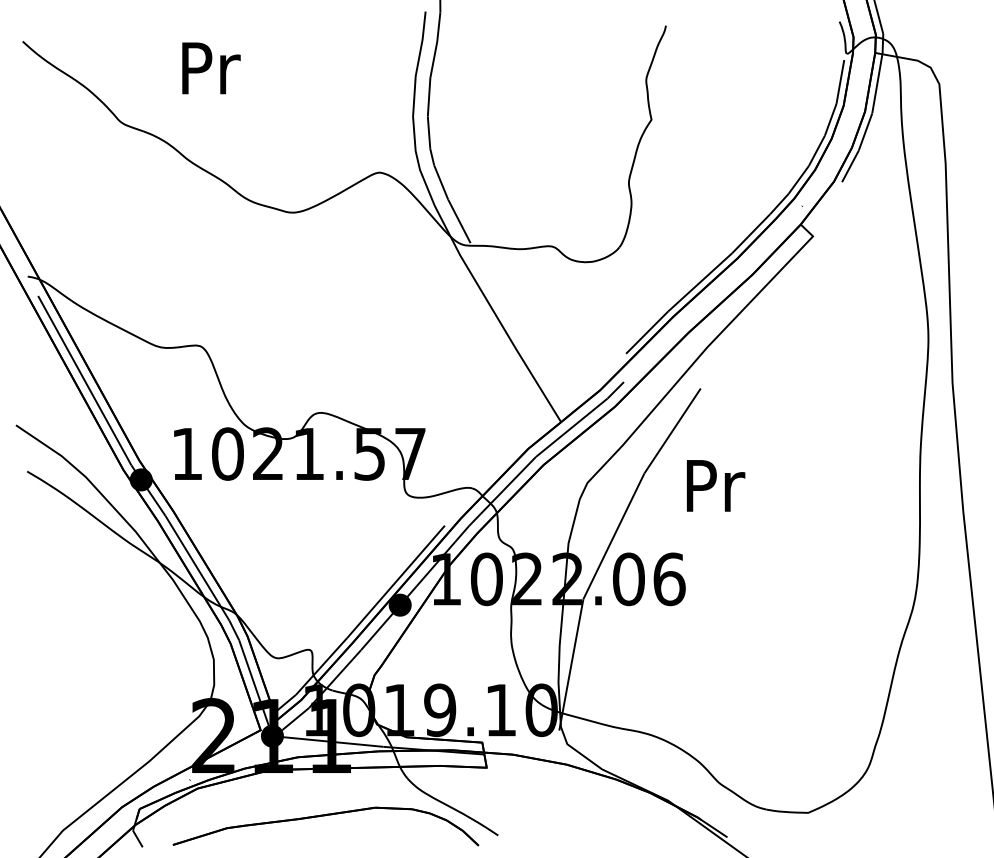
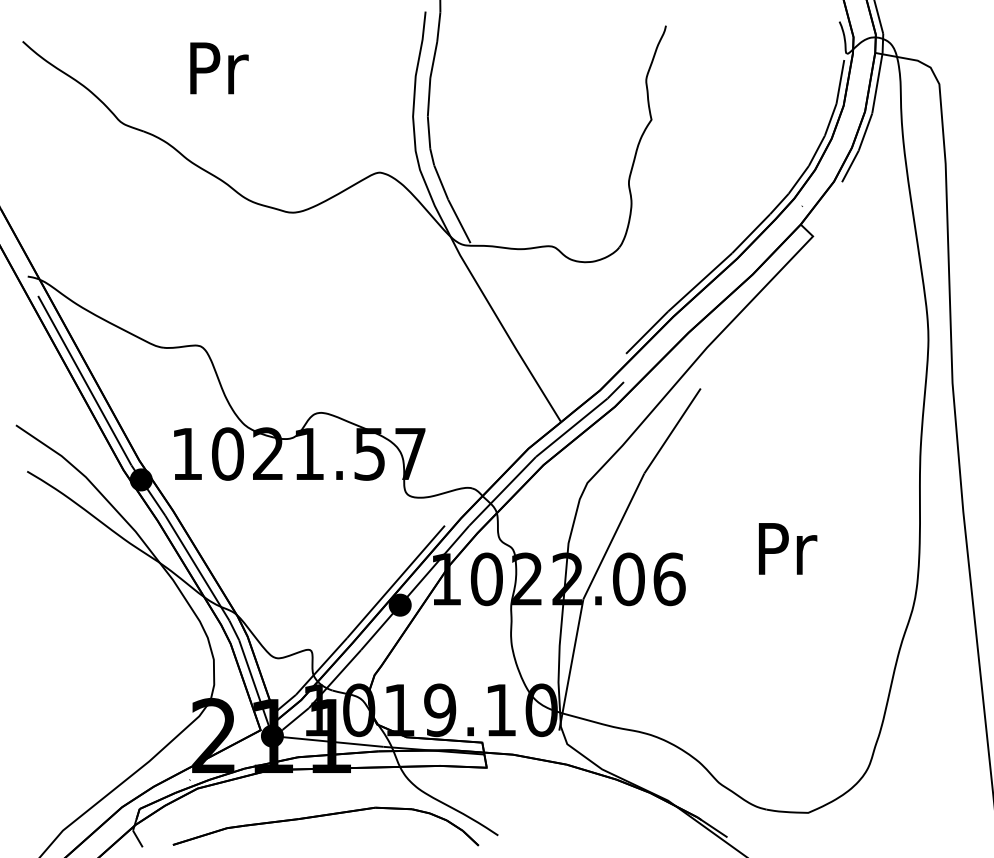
text at (211, 68) position: (211, 68) -> (219, 68)
text at (716, 485) position: (716, 485) -> (788, 548)
